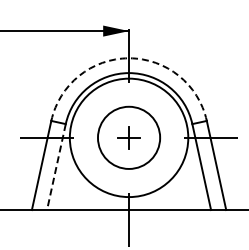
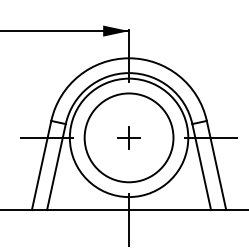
arc at (129, 58): dashed -> solid
circle at (128, 137) diameter: 62 px -> 89 px
line at (56, 167): dashed -> solid
